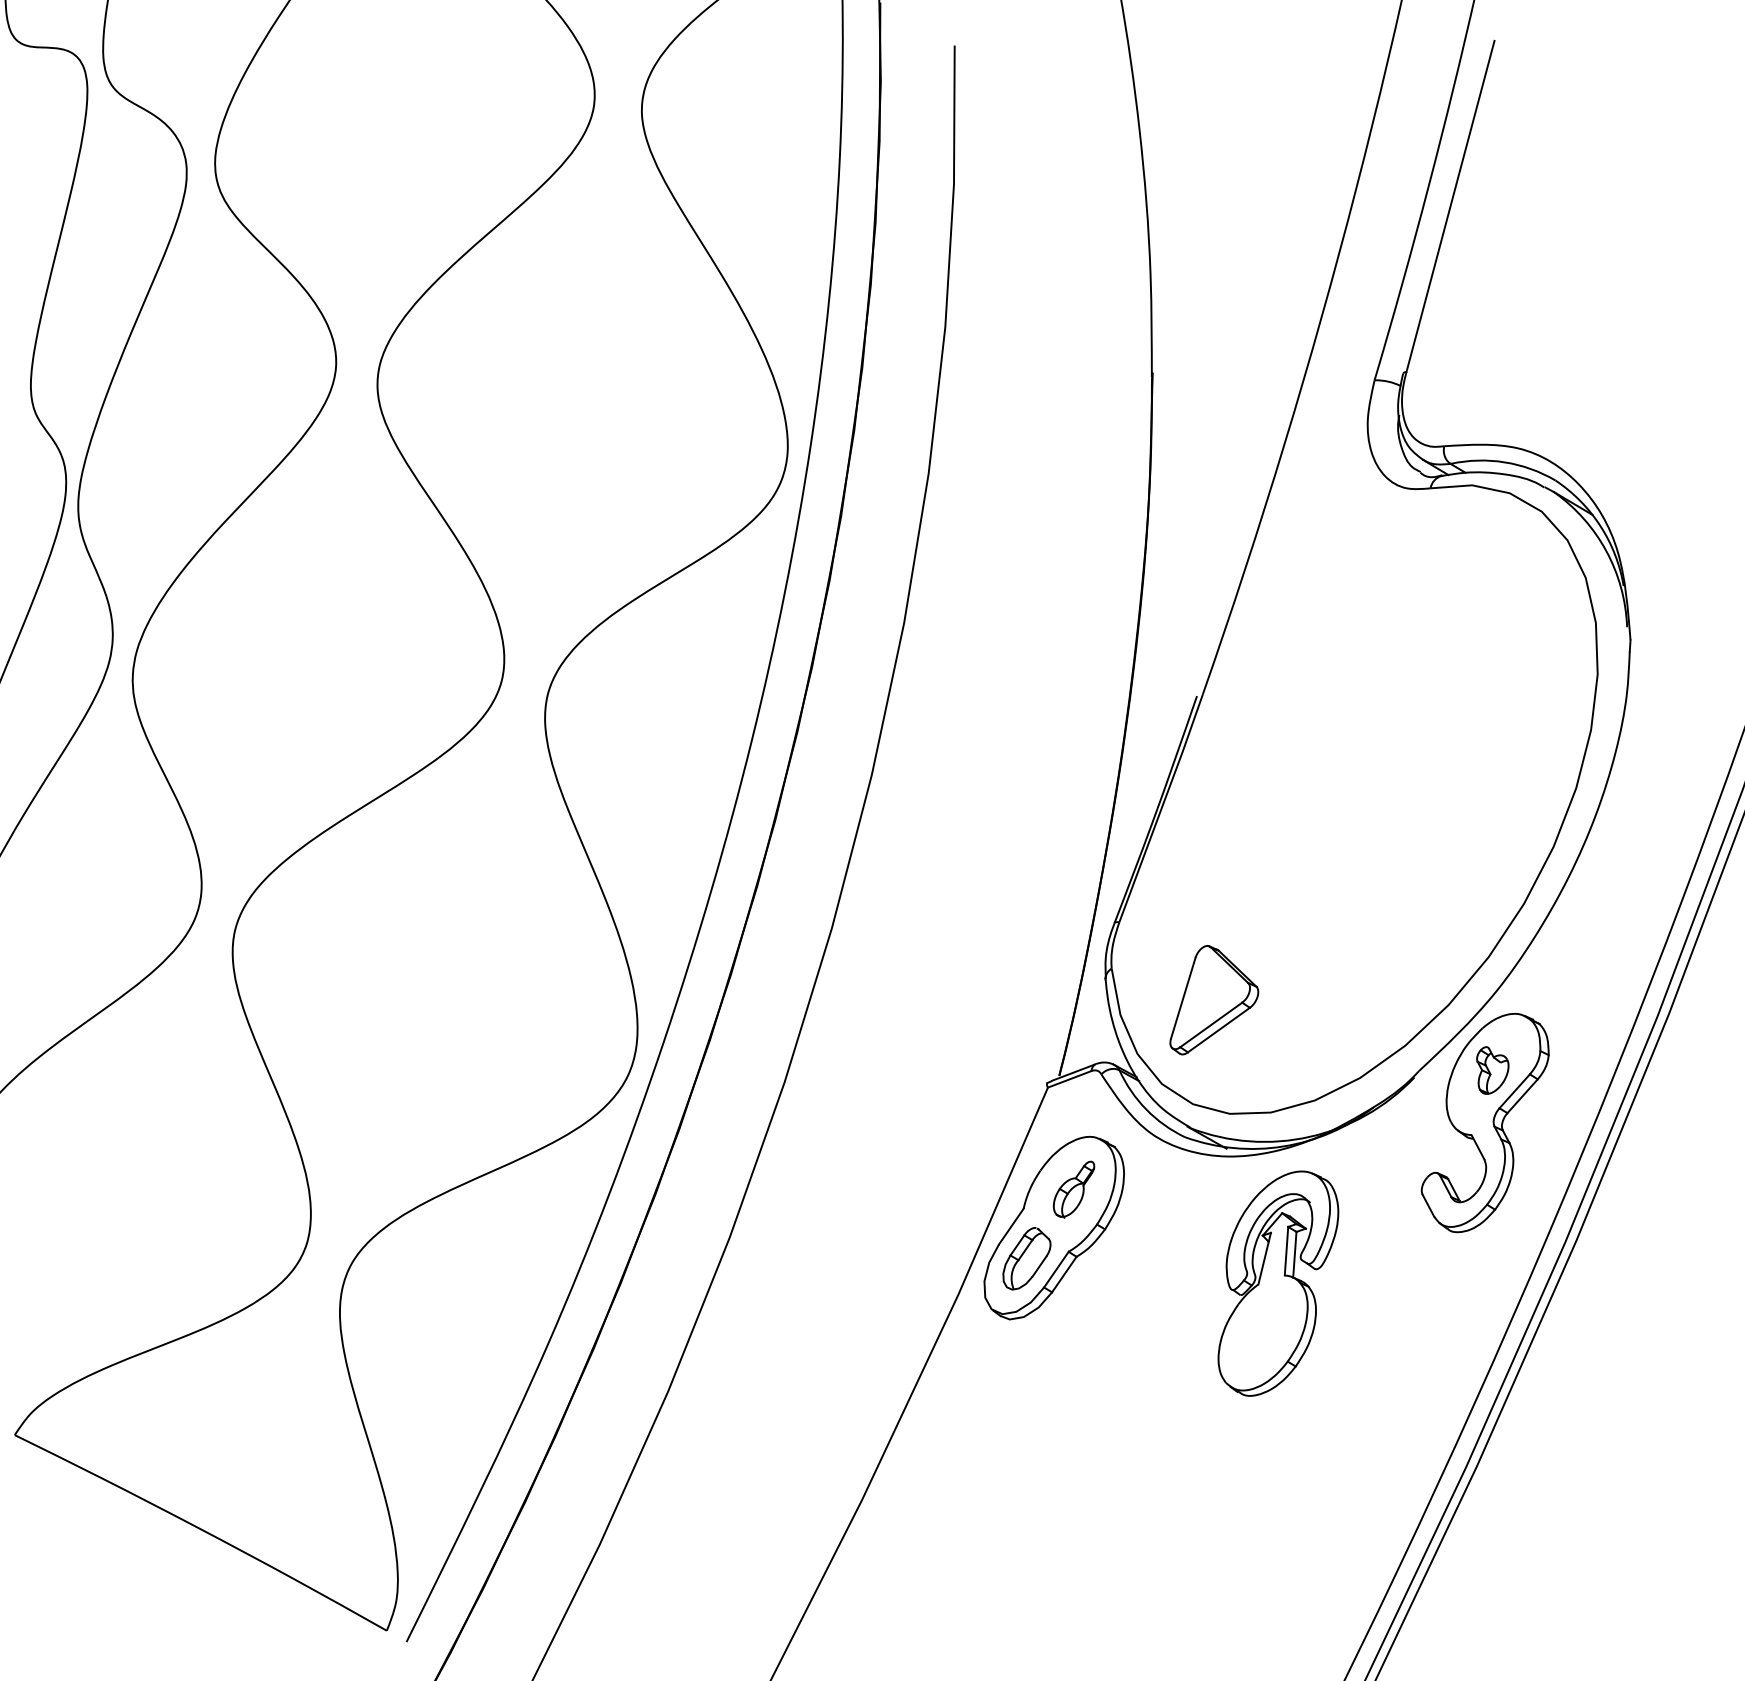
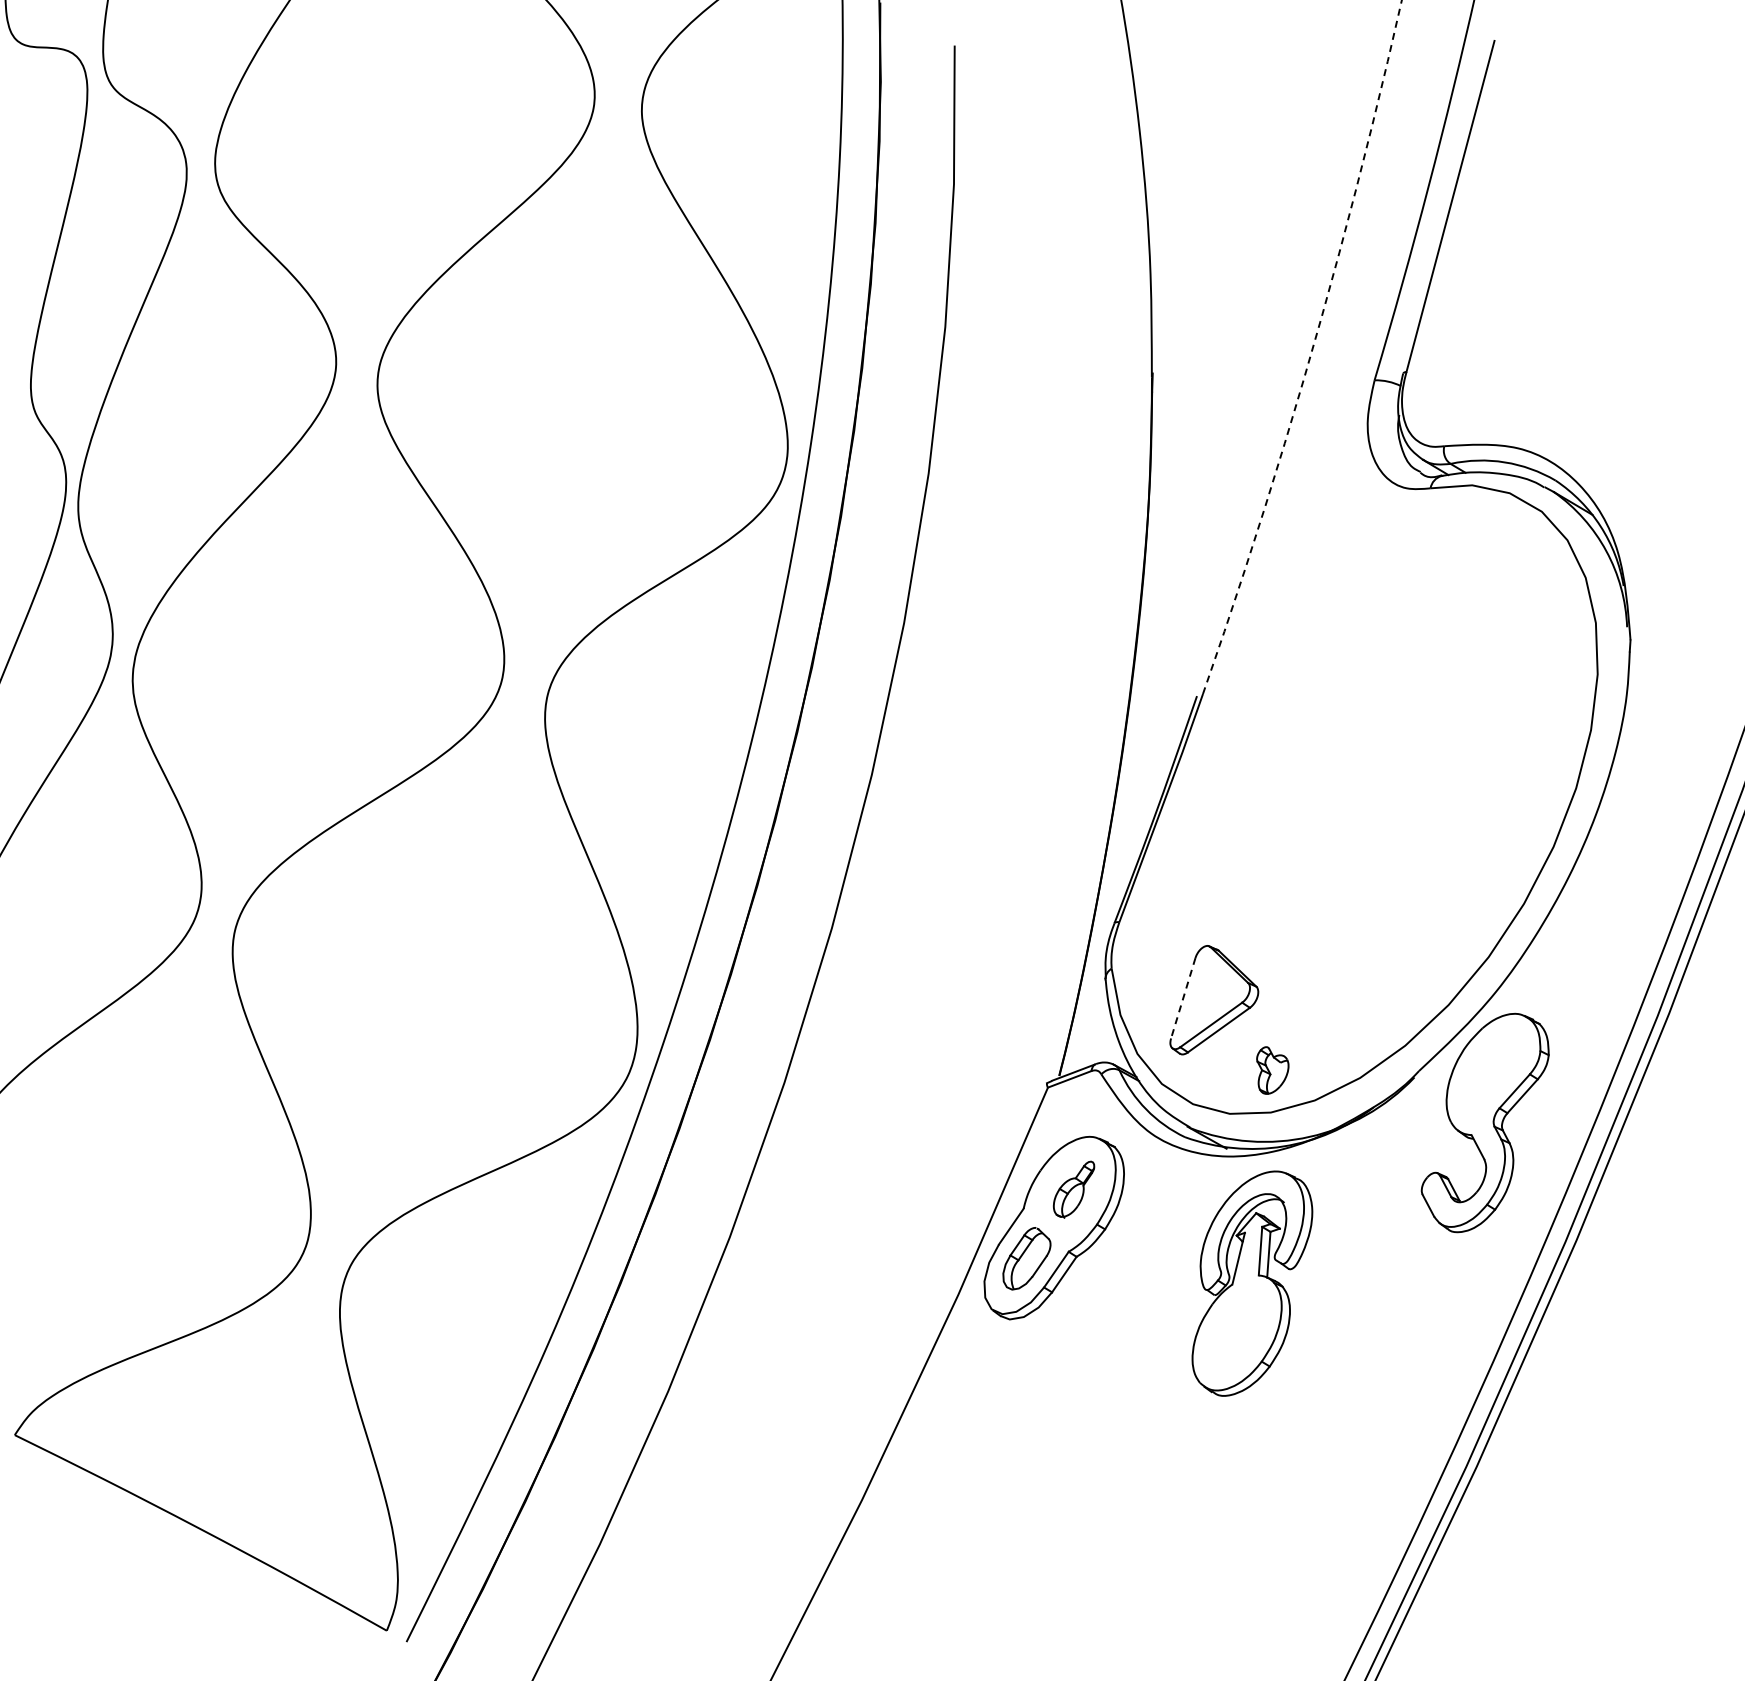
arc at (1312, 350): solid -> dashed
line at (1183, 998): solid -> dashed
part at (1492, 1070) position: (1492, 1070) -> (1272, 1070)
part at (1278, 1283) position: (1278, 1283) -> (1252, 1283)
